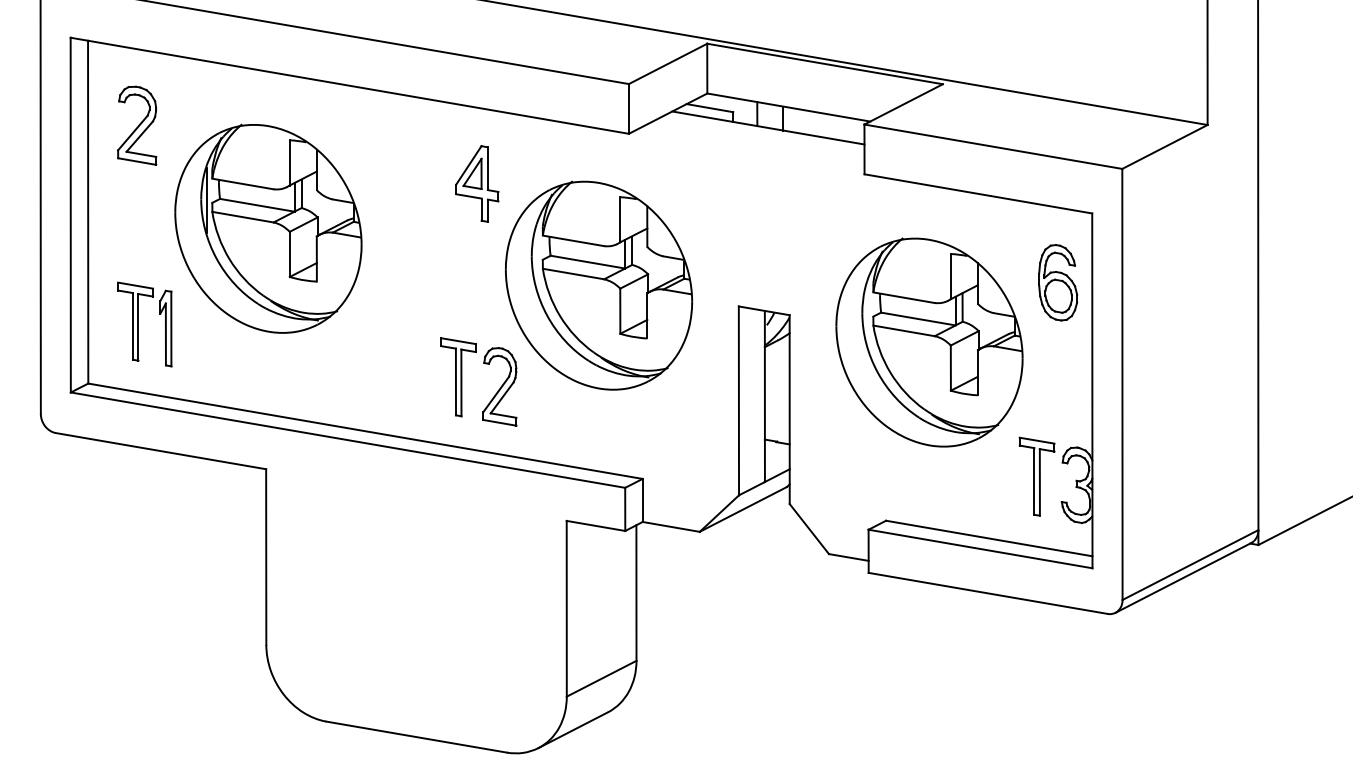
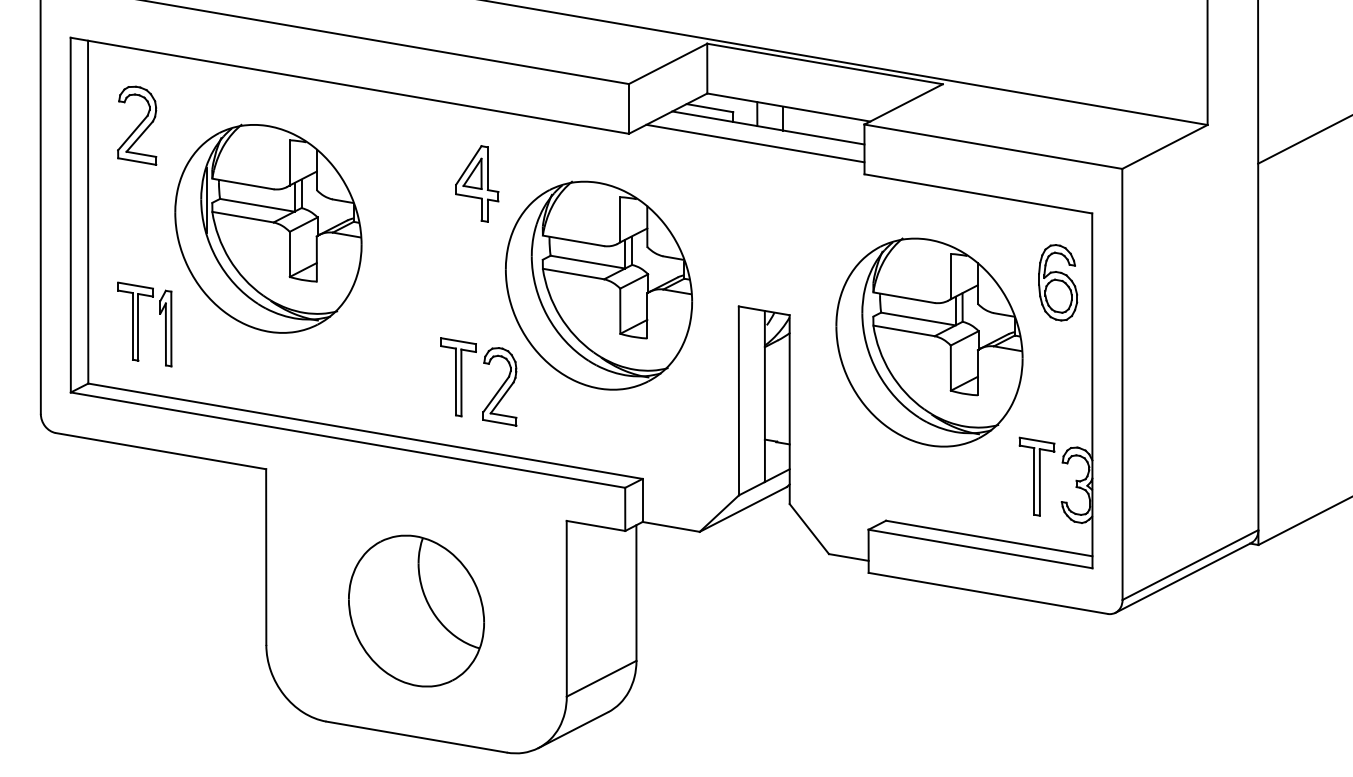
line at (1303, 139): none -> present
line at (755, 143): none -> present
part at (416, 610): none -> present
